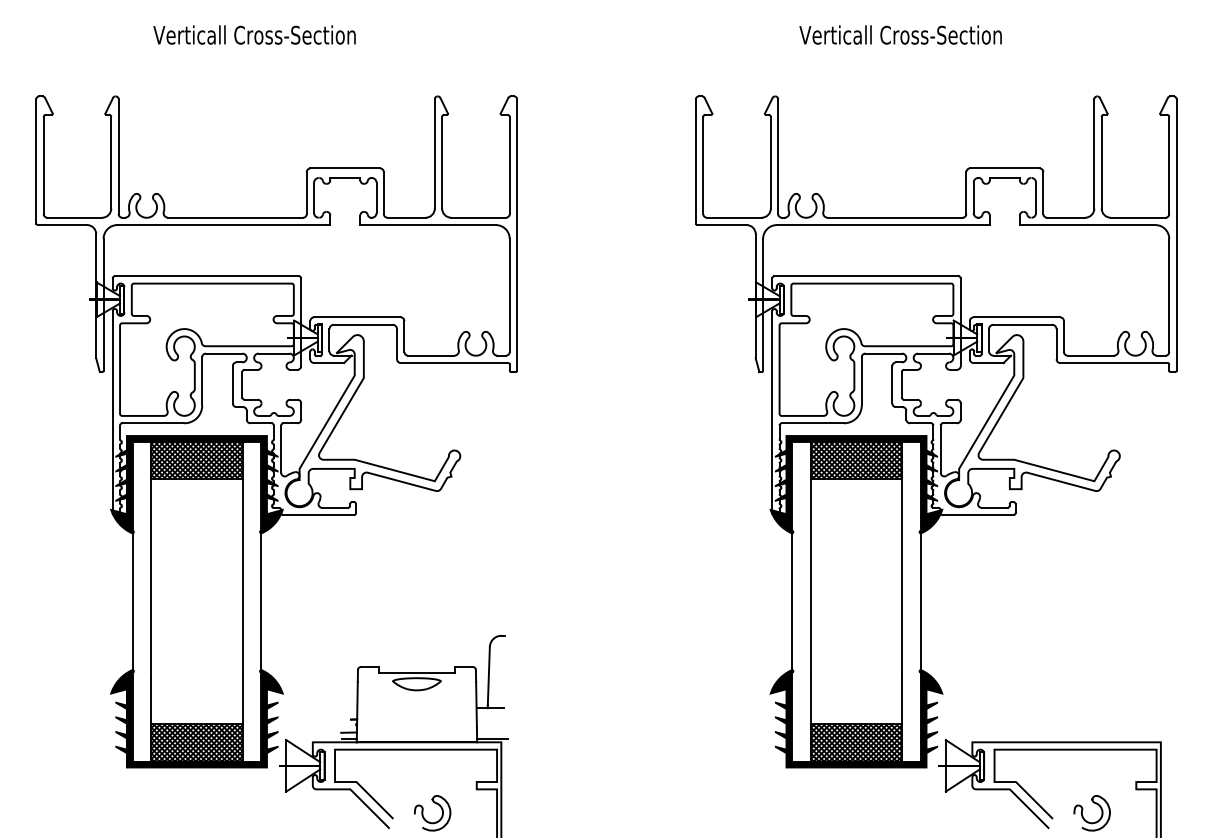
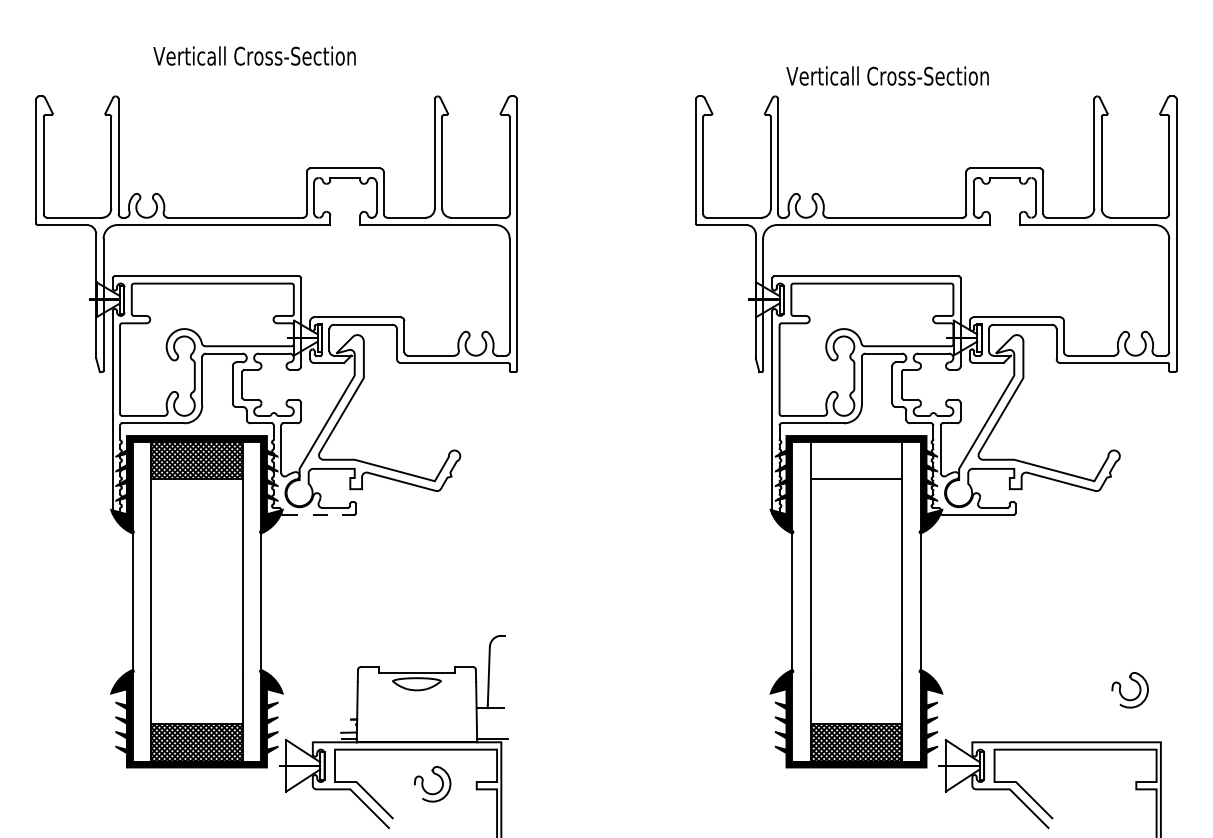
text at (254, 34) position: (254, 34) -> (254, 55)
text at (900, 34) position: (900, 34) -> (887, 75)
hatch at (856, 460): present -> none
line at (319, 515): solid -> dashed
curve at (1083, 815) position: (1083, 815) -> (1121, 692)
curve at (429, 821) position: (429, 821) -> (429, 792)
